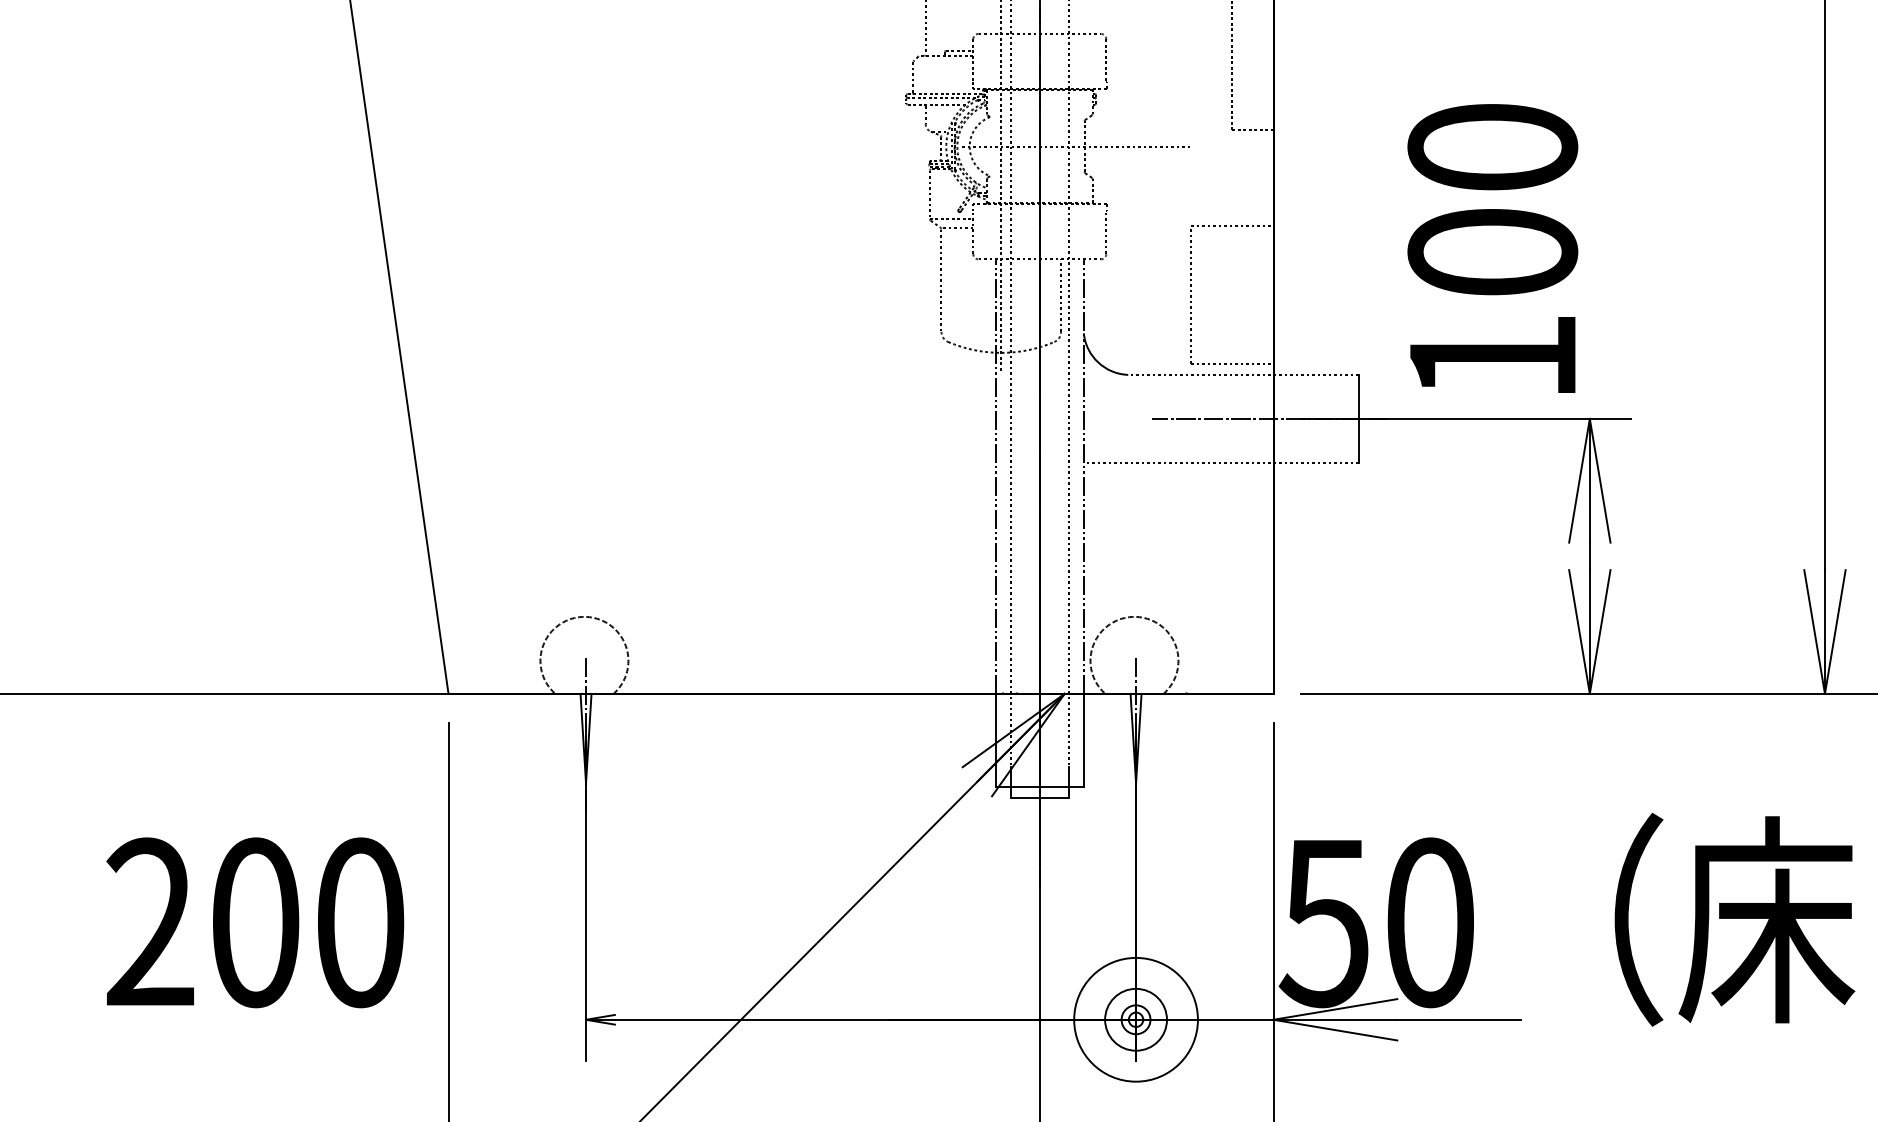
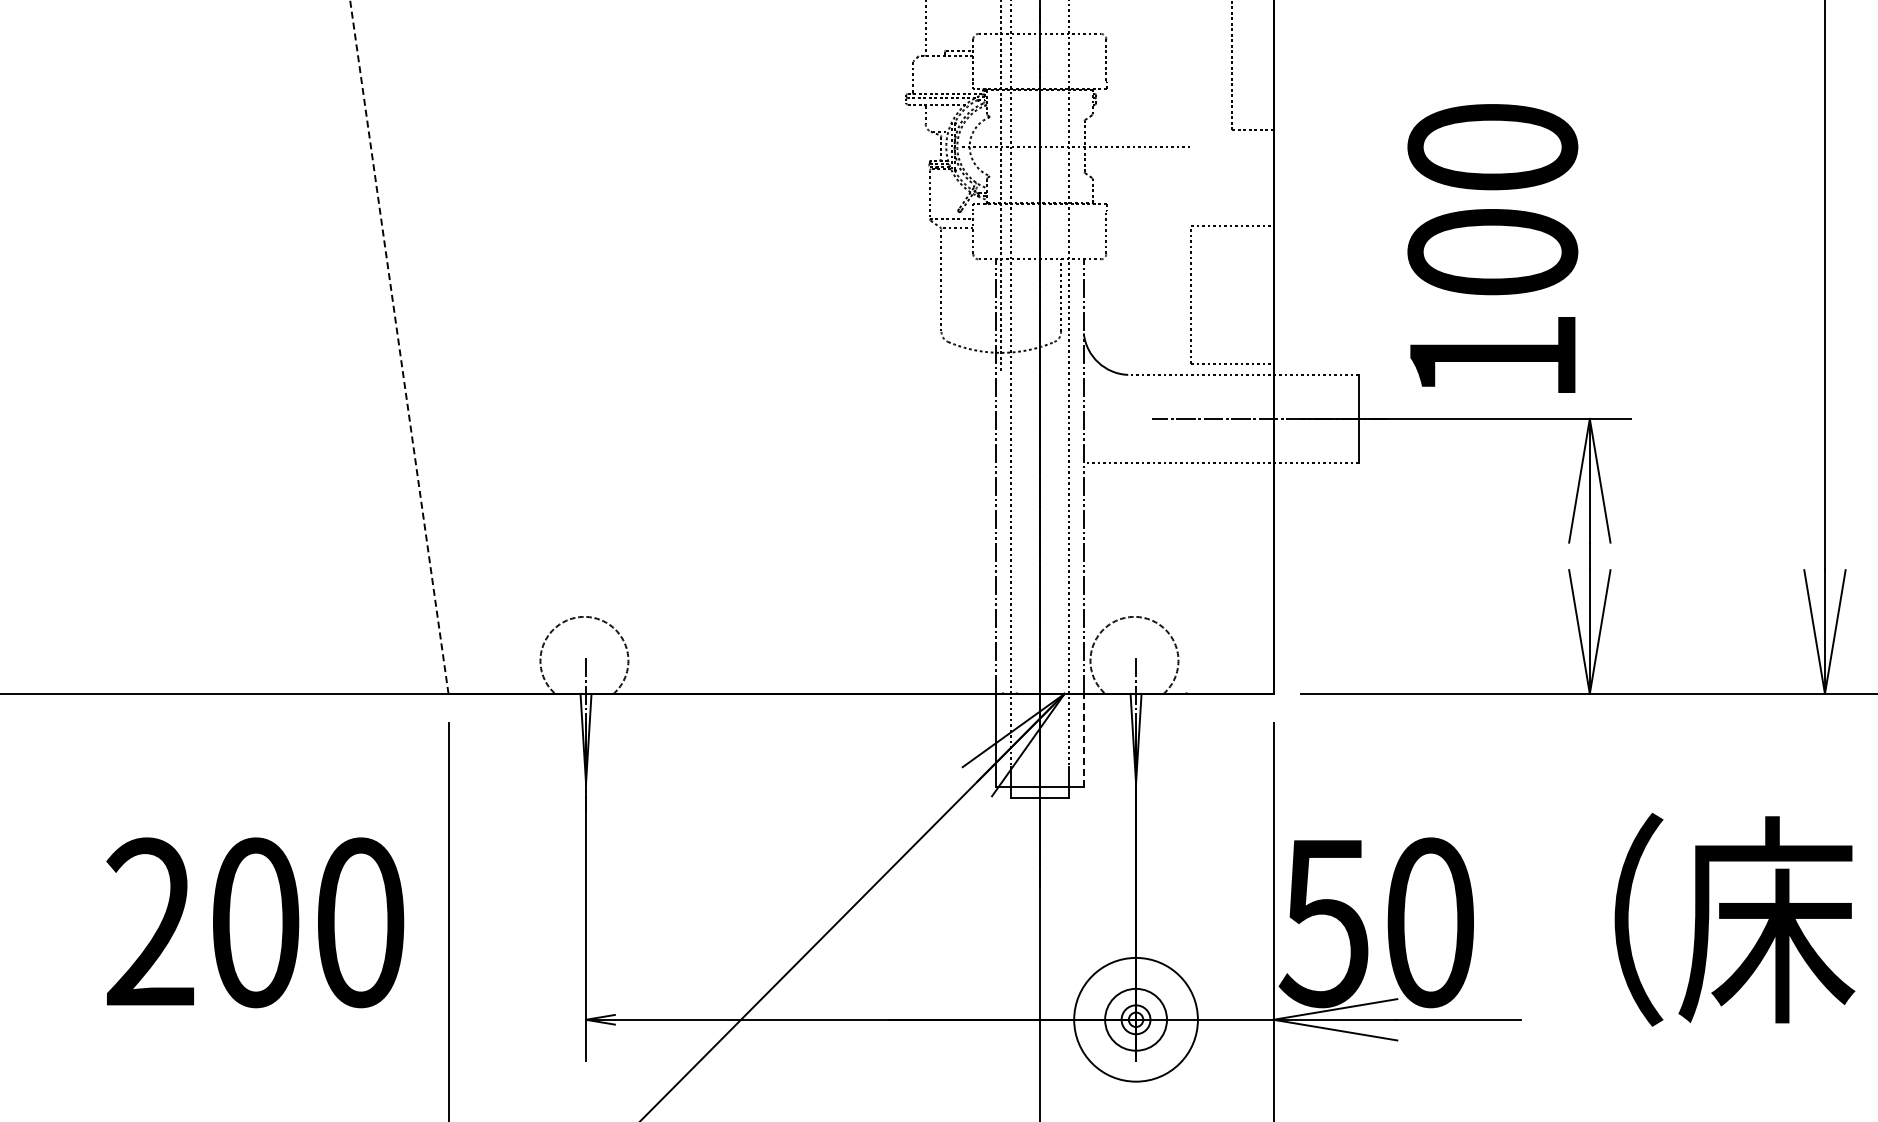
line at (399, 346): solid -> dashed
line at (1083, 740): solid -> dashed
